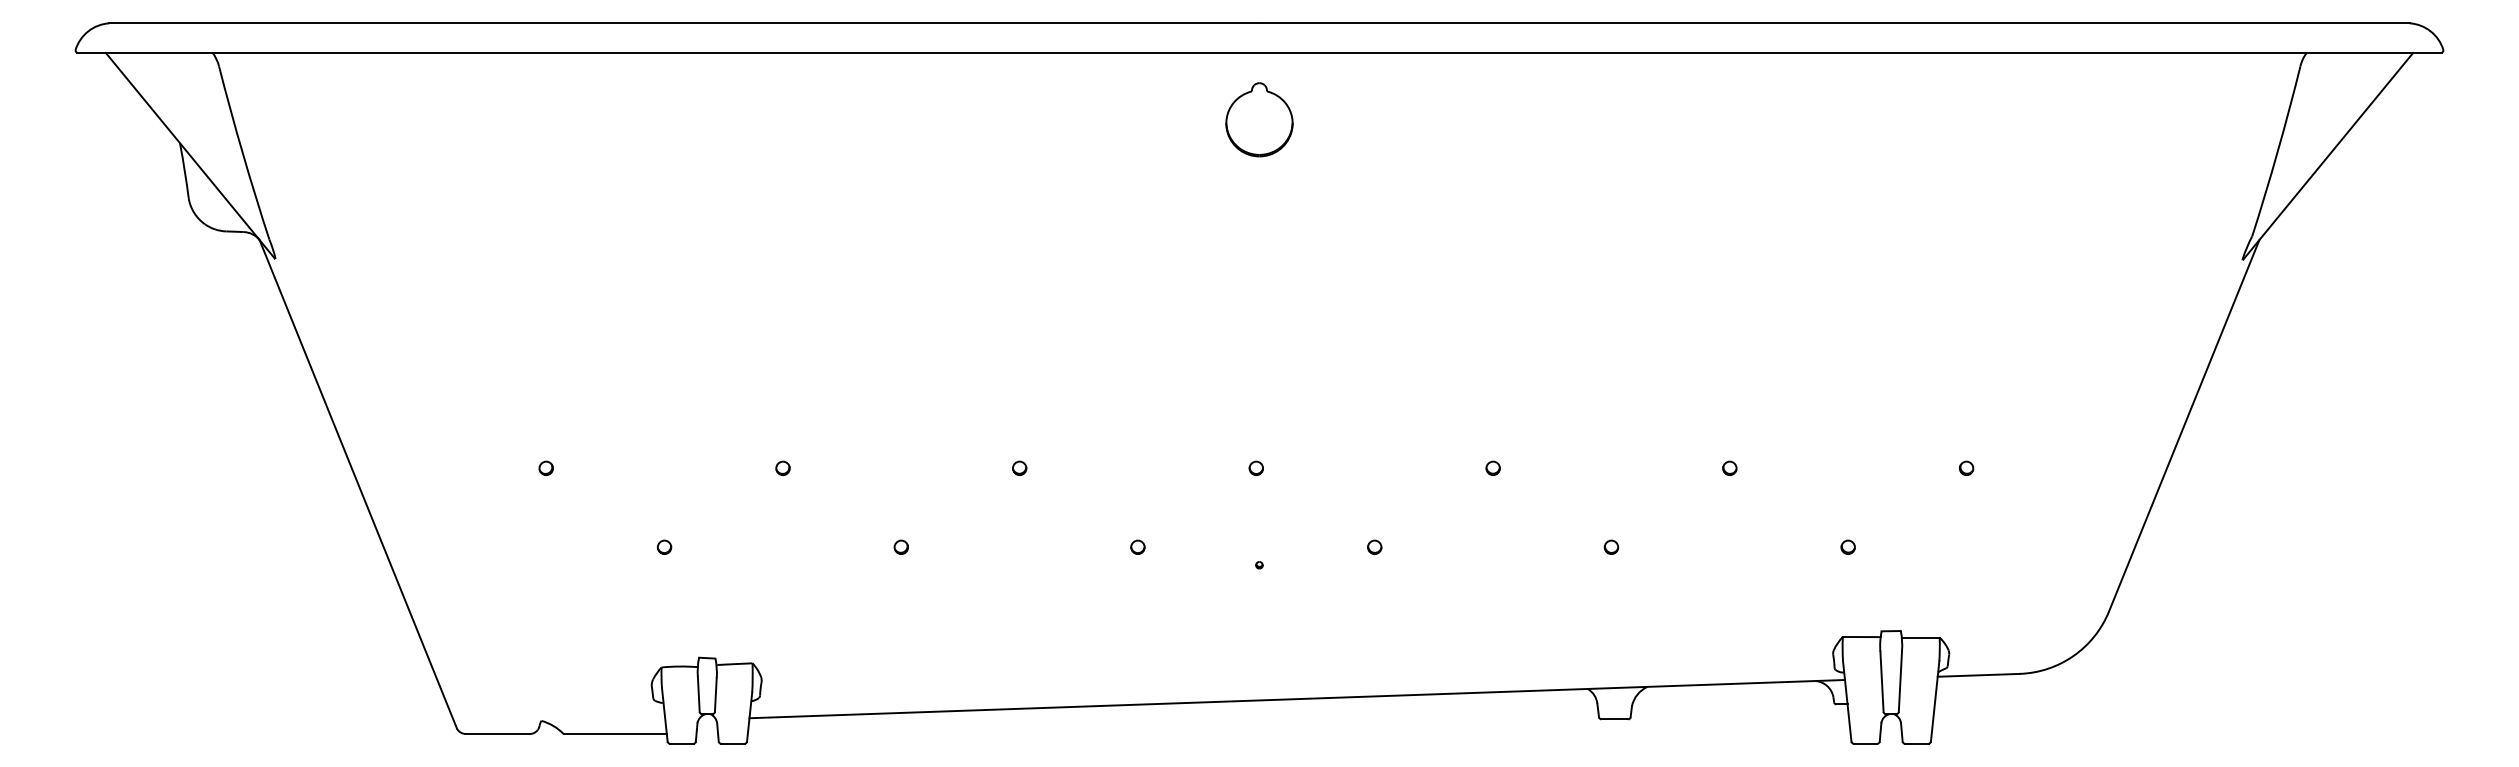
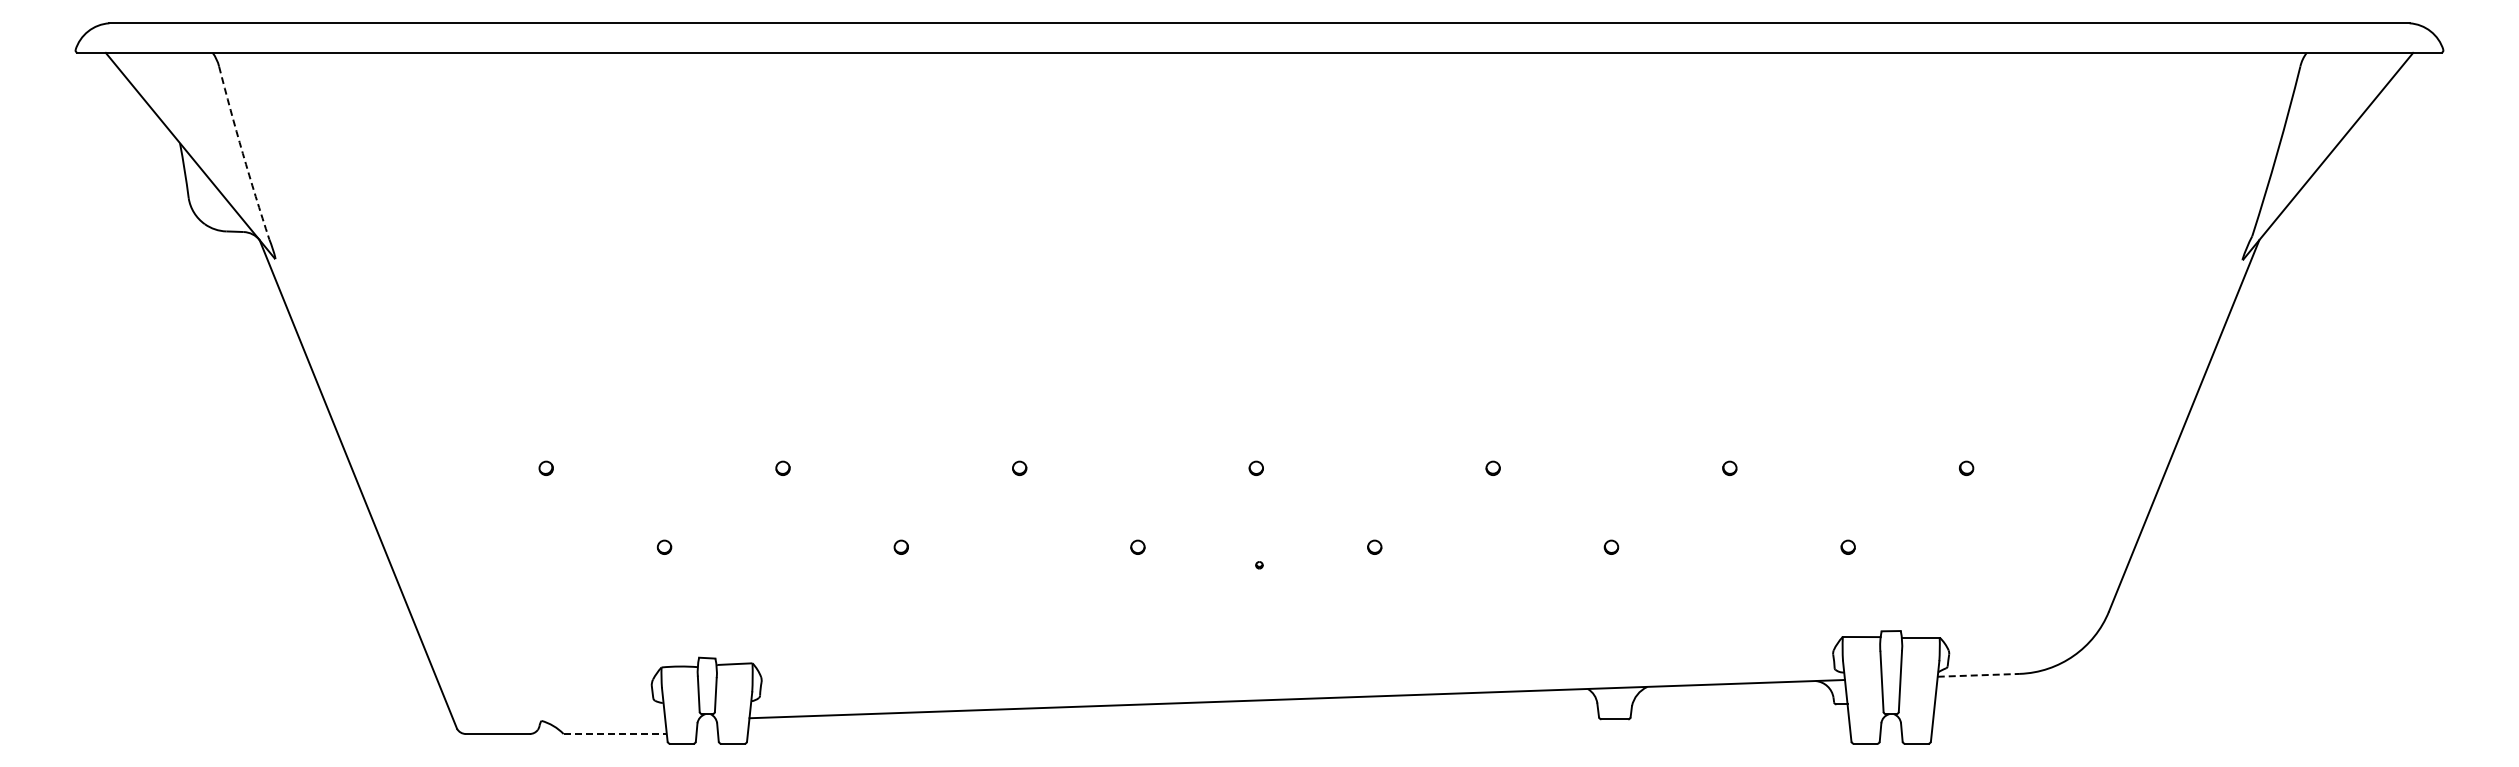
part at (1259, 119): present -> none
arc at (242, 153): solid -> dashed
line at (1979, 675): solid -> dashed
line at (615, 734): solid -> dashed
